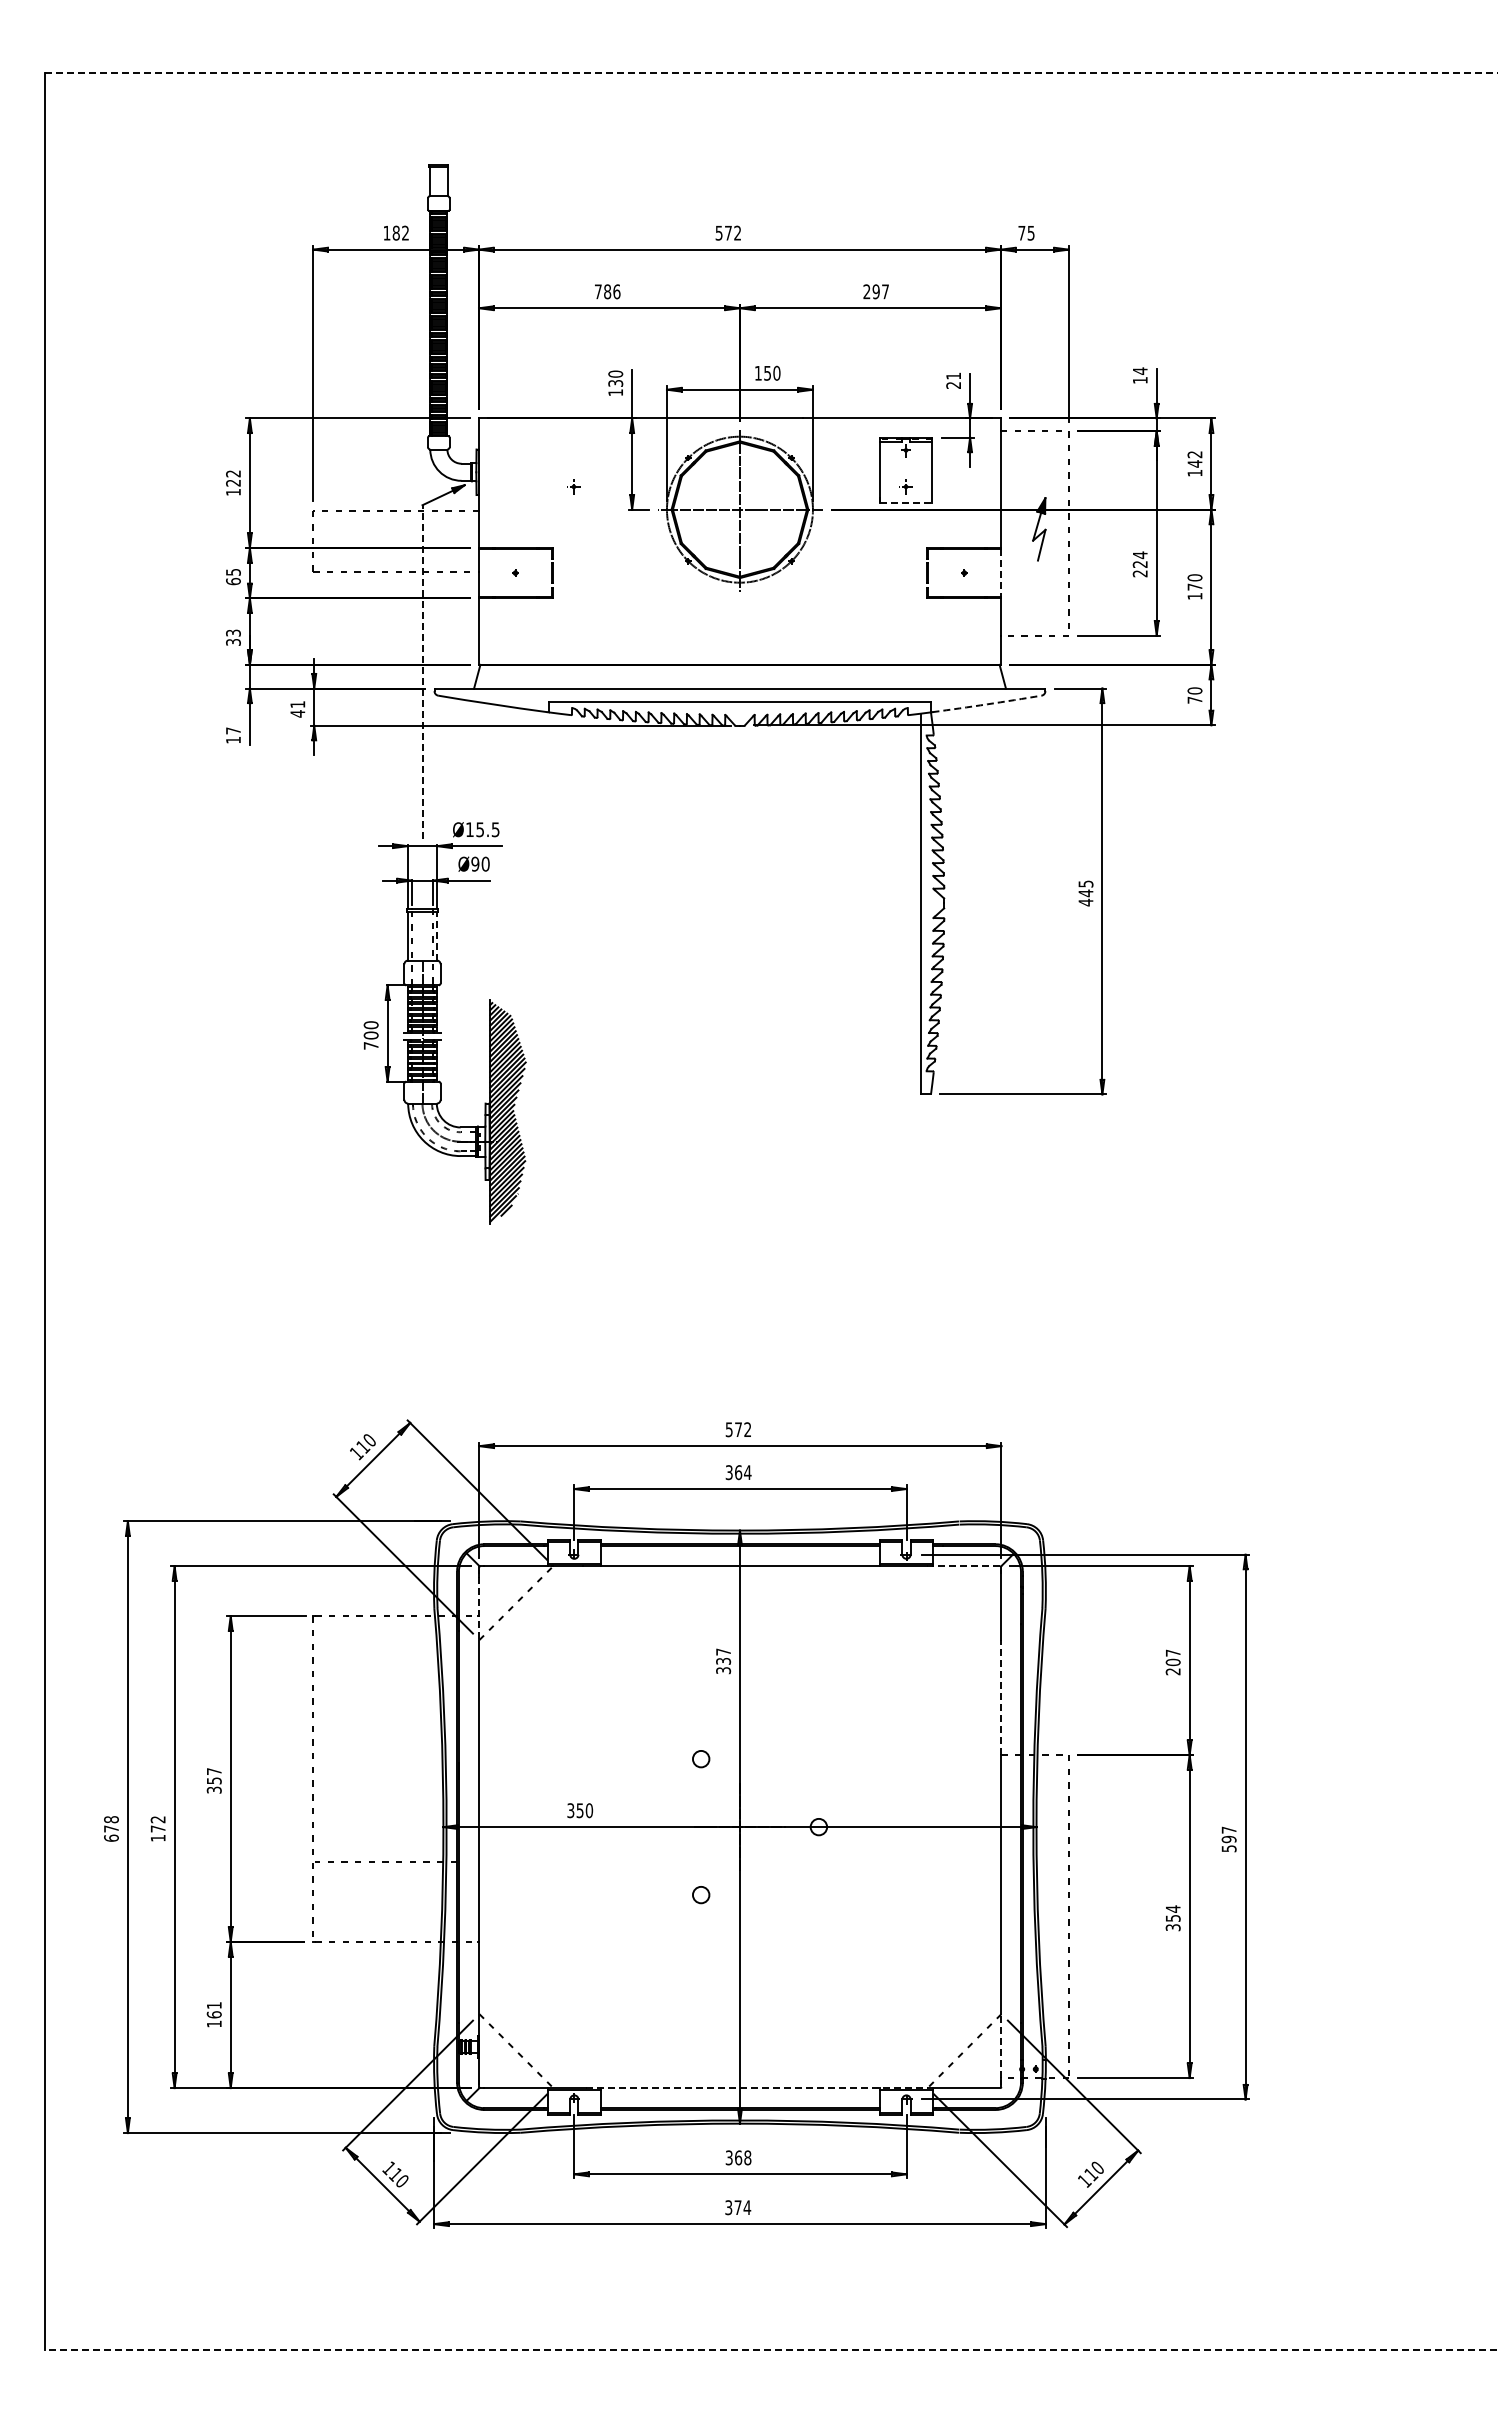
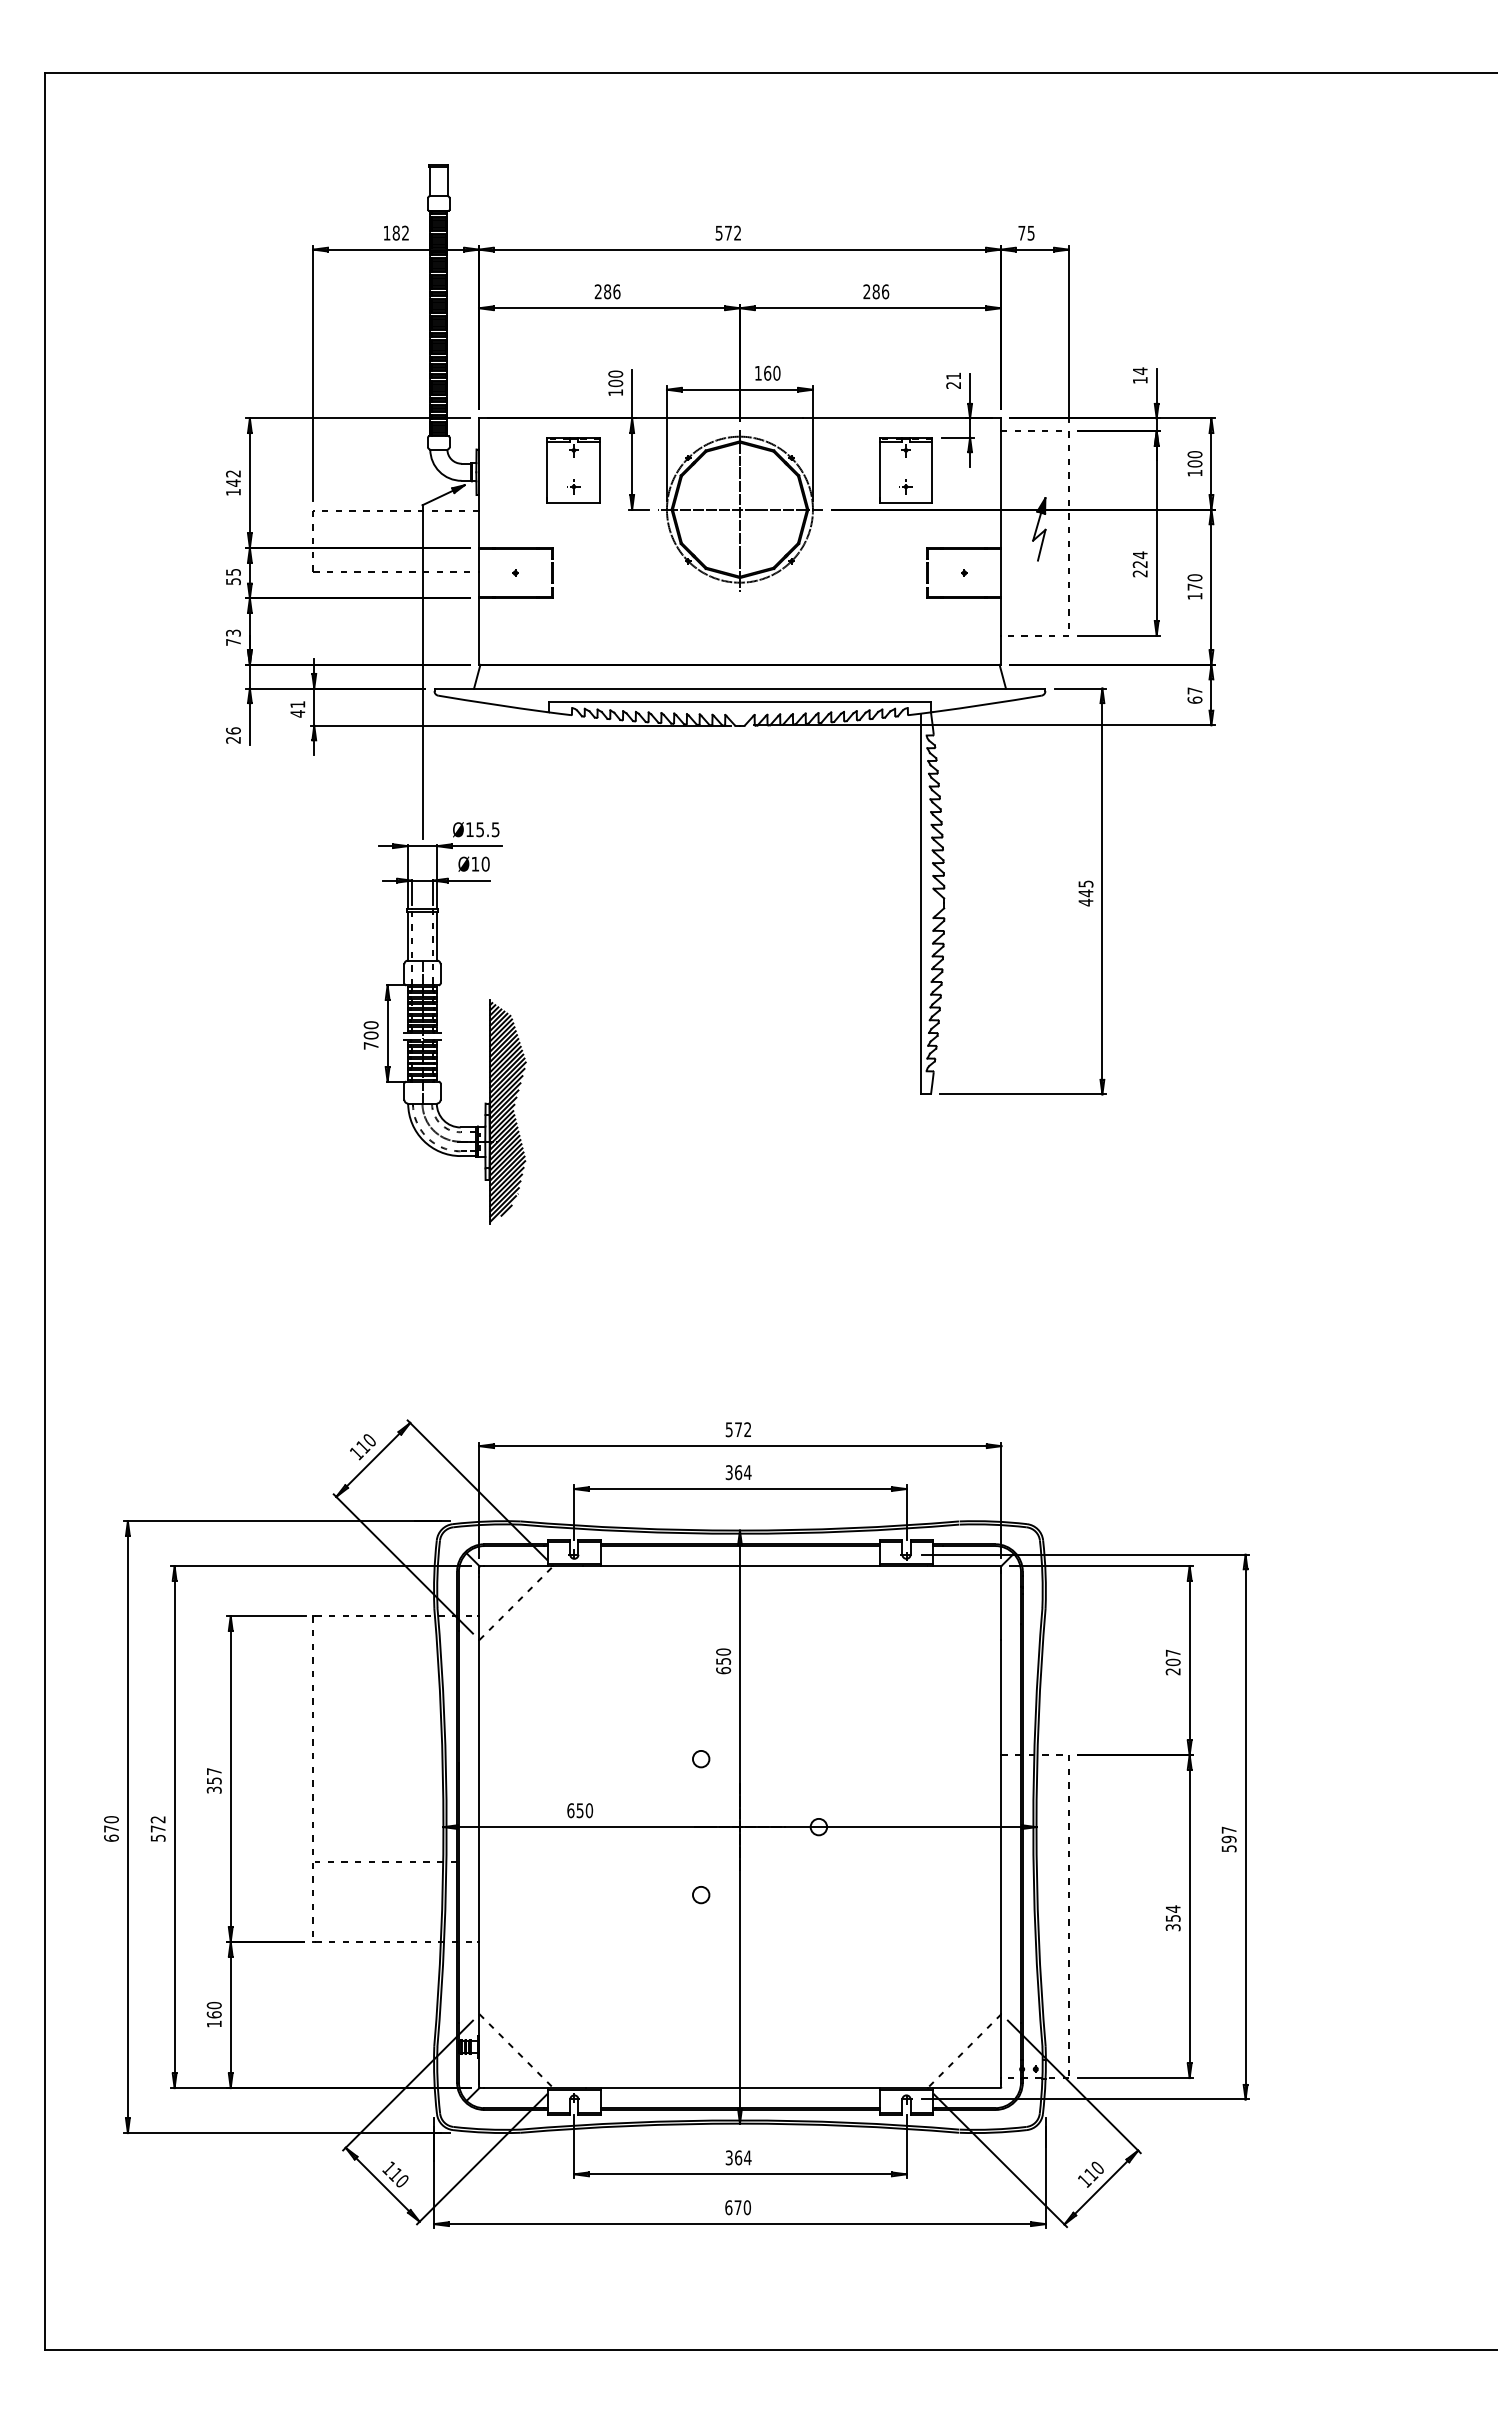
line at (771, 72): dashed -> solid
text at (597, 291): 786 -> 286
text at (880, 291): 297 -> 286
text at (767, 372): 150 -> 160
text at (615, 383): 130 -> 100
text at (1194, 459): 142 -> 100
part at (573, 470): none -> present
text at (233, 482): 122 -> 142
line at (906, 503): dashed -> solid
line at (1000, 573): dashed -> solid
text at (233, 581): 65 -> 55
text at (233, 642): 33 -> 73
line at (422, 671): dashed -> solid
text at (1194, 695): 70 -> 67
arc at (987, 704): dashed -> solid
text at (233, 735): 17 -> 26
text at (475, 863): Ø90 -> Ø10
line at (437, 935): dashed -> solid
line at (966, 1566): dashed -> solid
line at (479, 1609): dashed -> solid
text at (723, 1661): 337 -> 650
line at (1001, 1697): dashed -> solid
text at (570, 1810): 350 -> 650
text at (111, 1819): 678 -> 670
text at (157, 1838): 172 -> 572
text at (213, 2005): 161 -> 160
line at (1001, 2046): dashed -> solid
line at (757, 2088): dashed -> solid
text at (747, 2157): 368 -> 364
text at (738, 2207): 374 -> 670
line at (770, 2350): dashed -> solid
